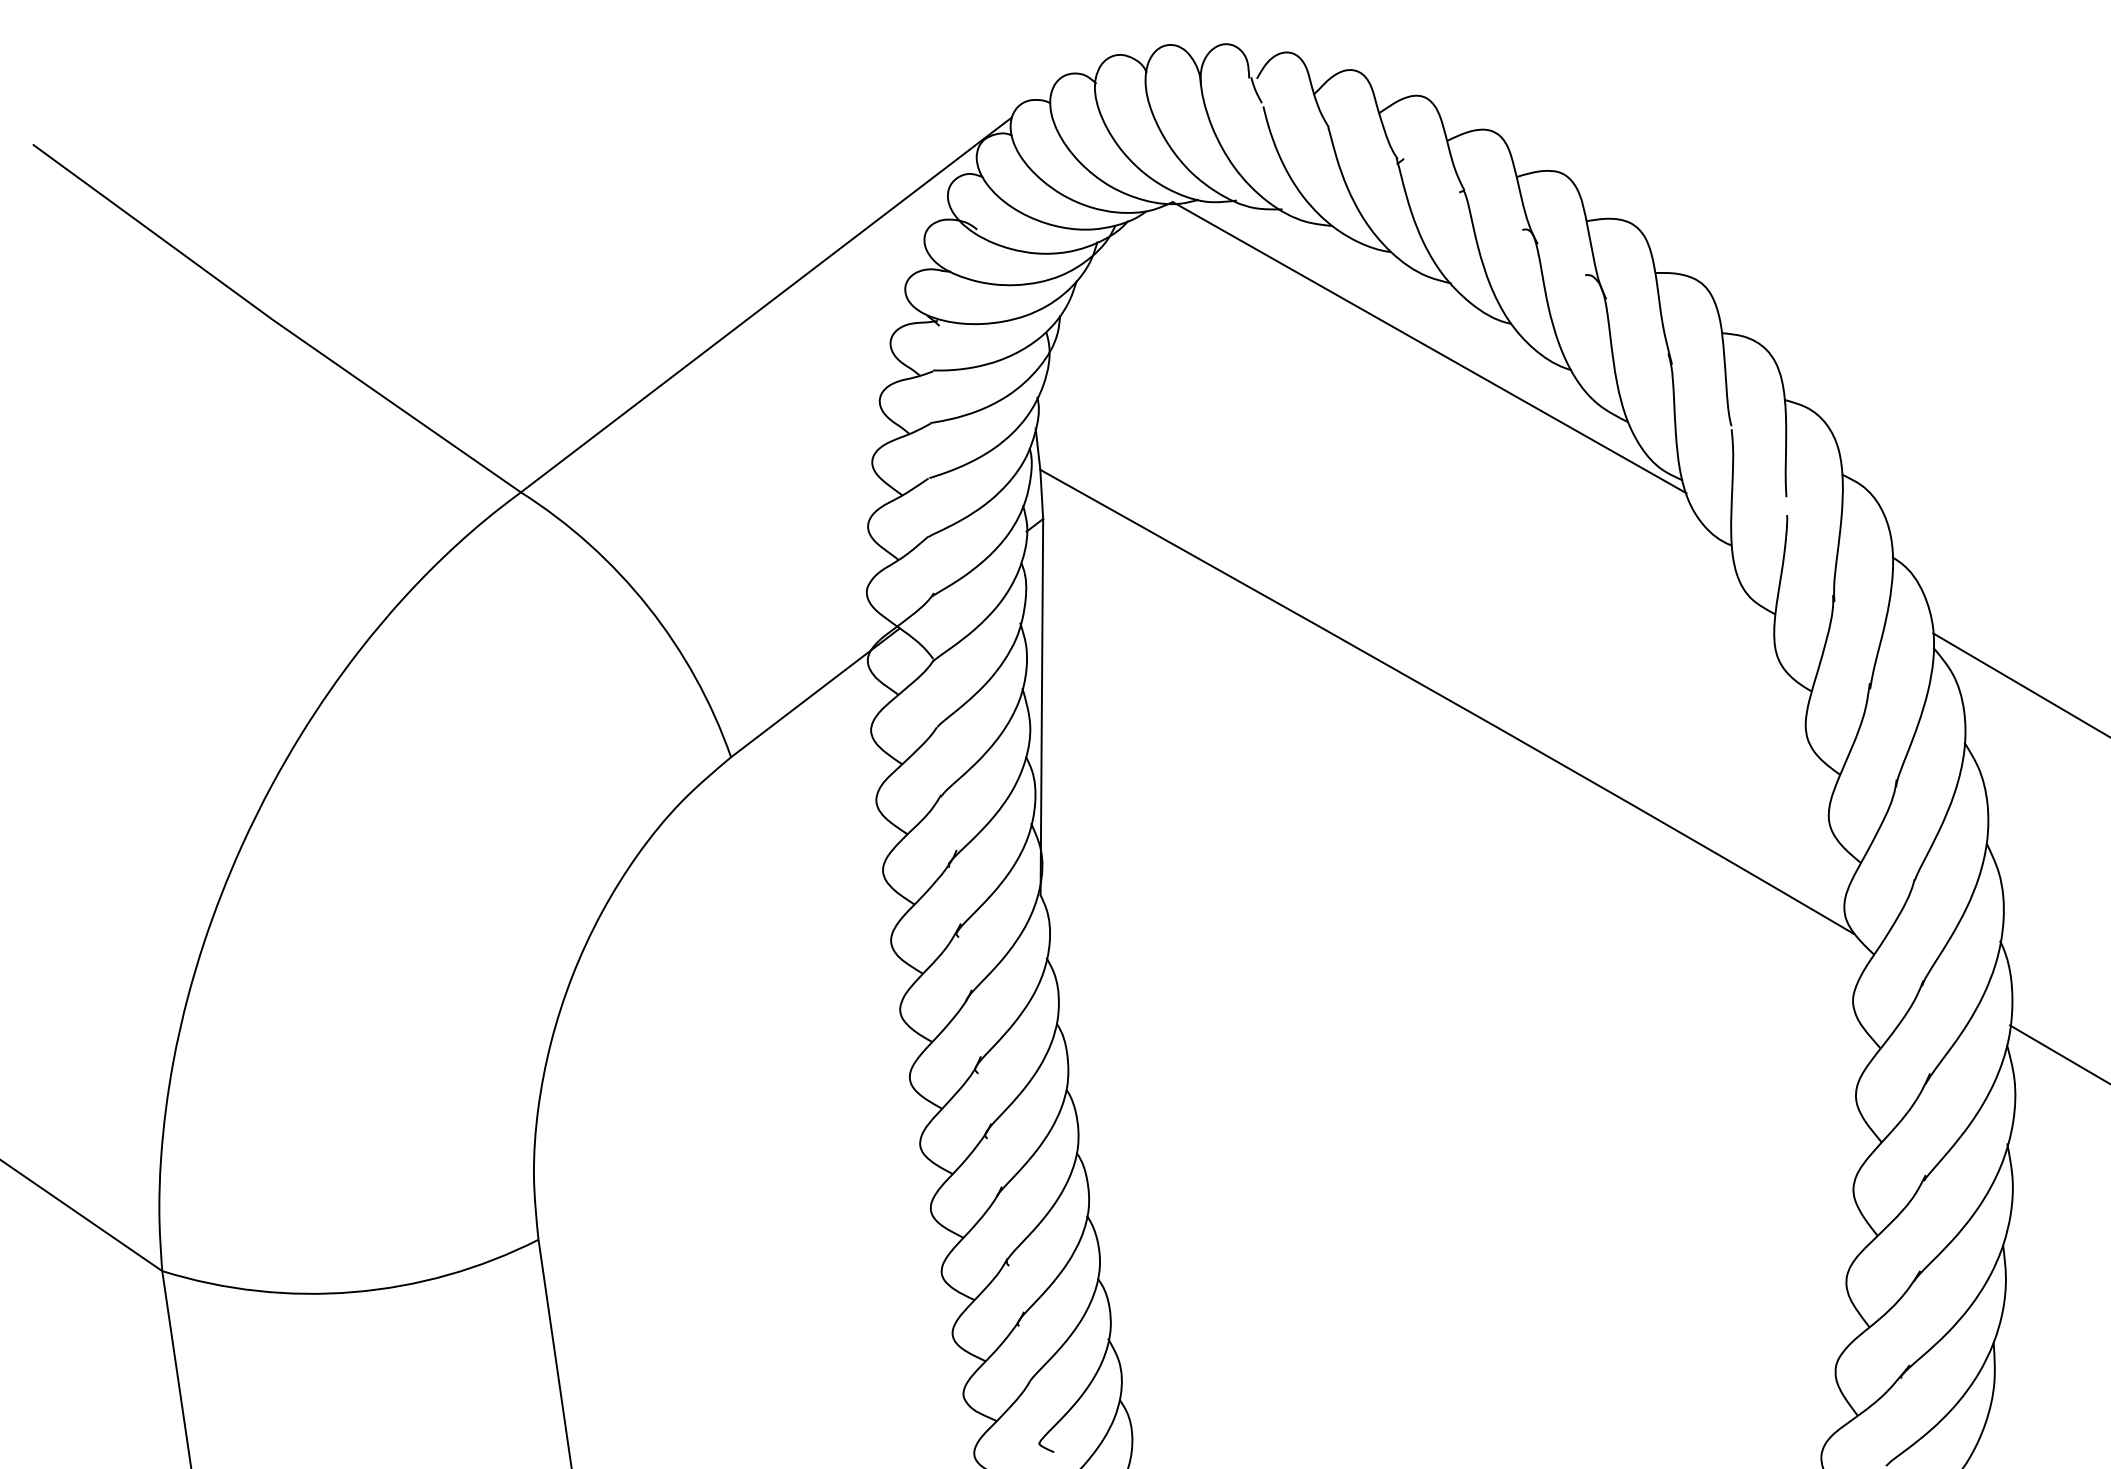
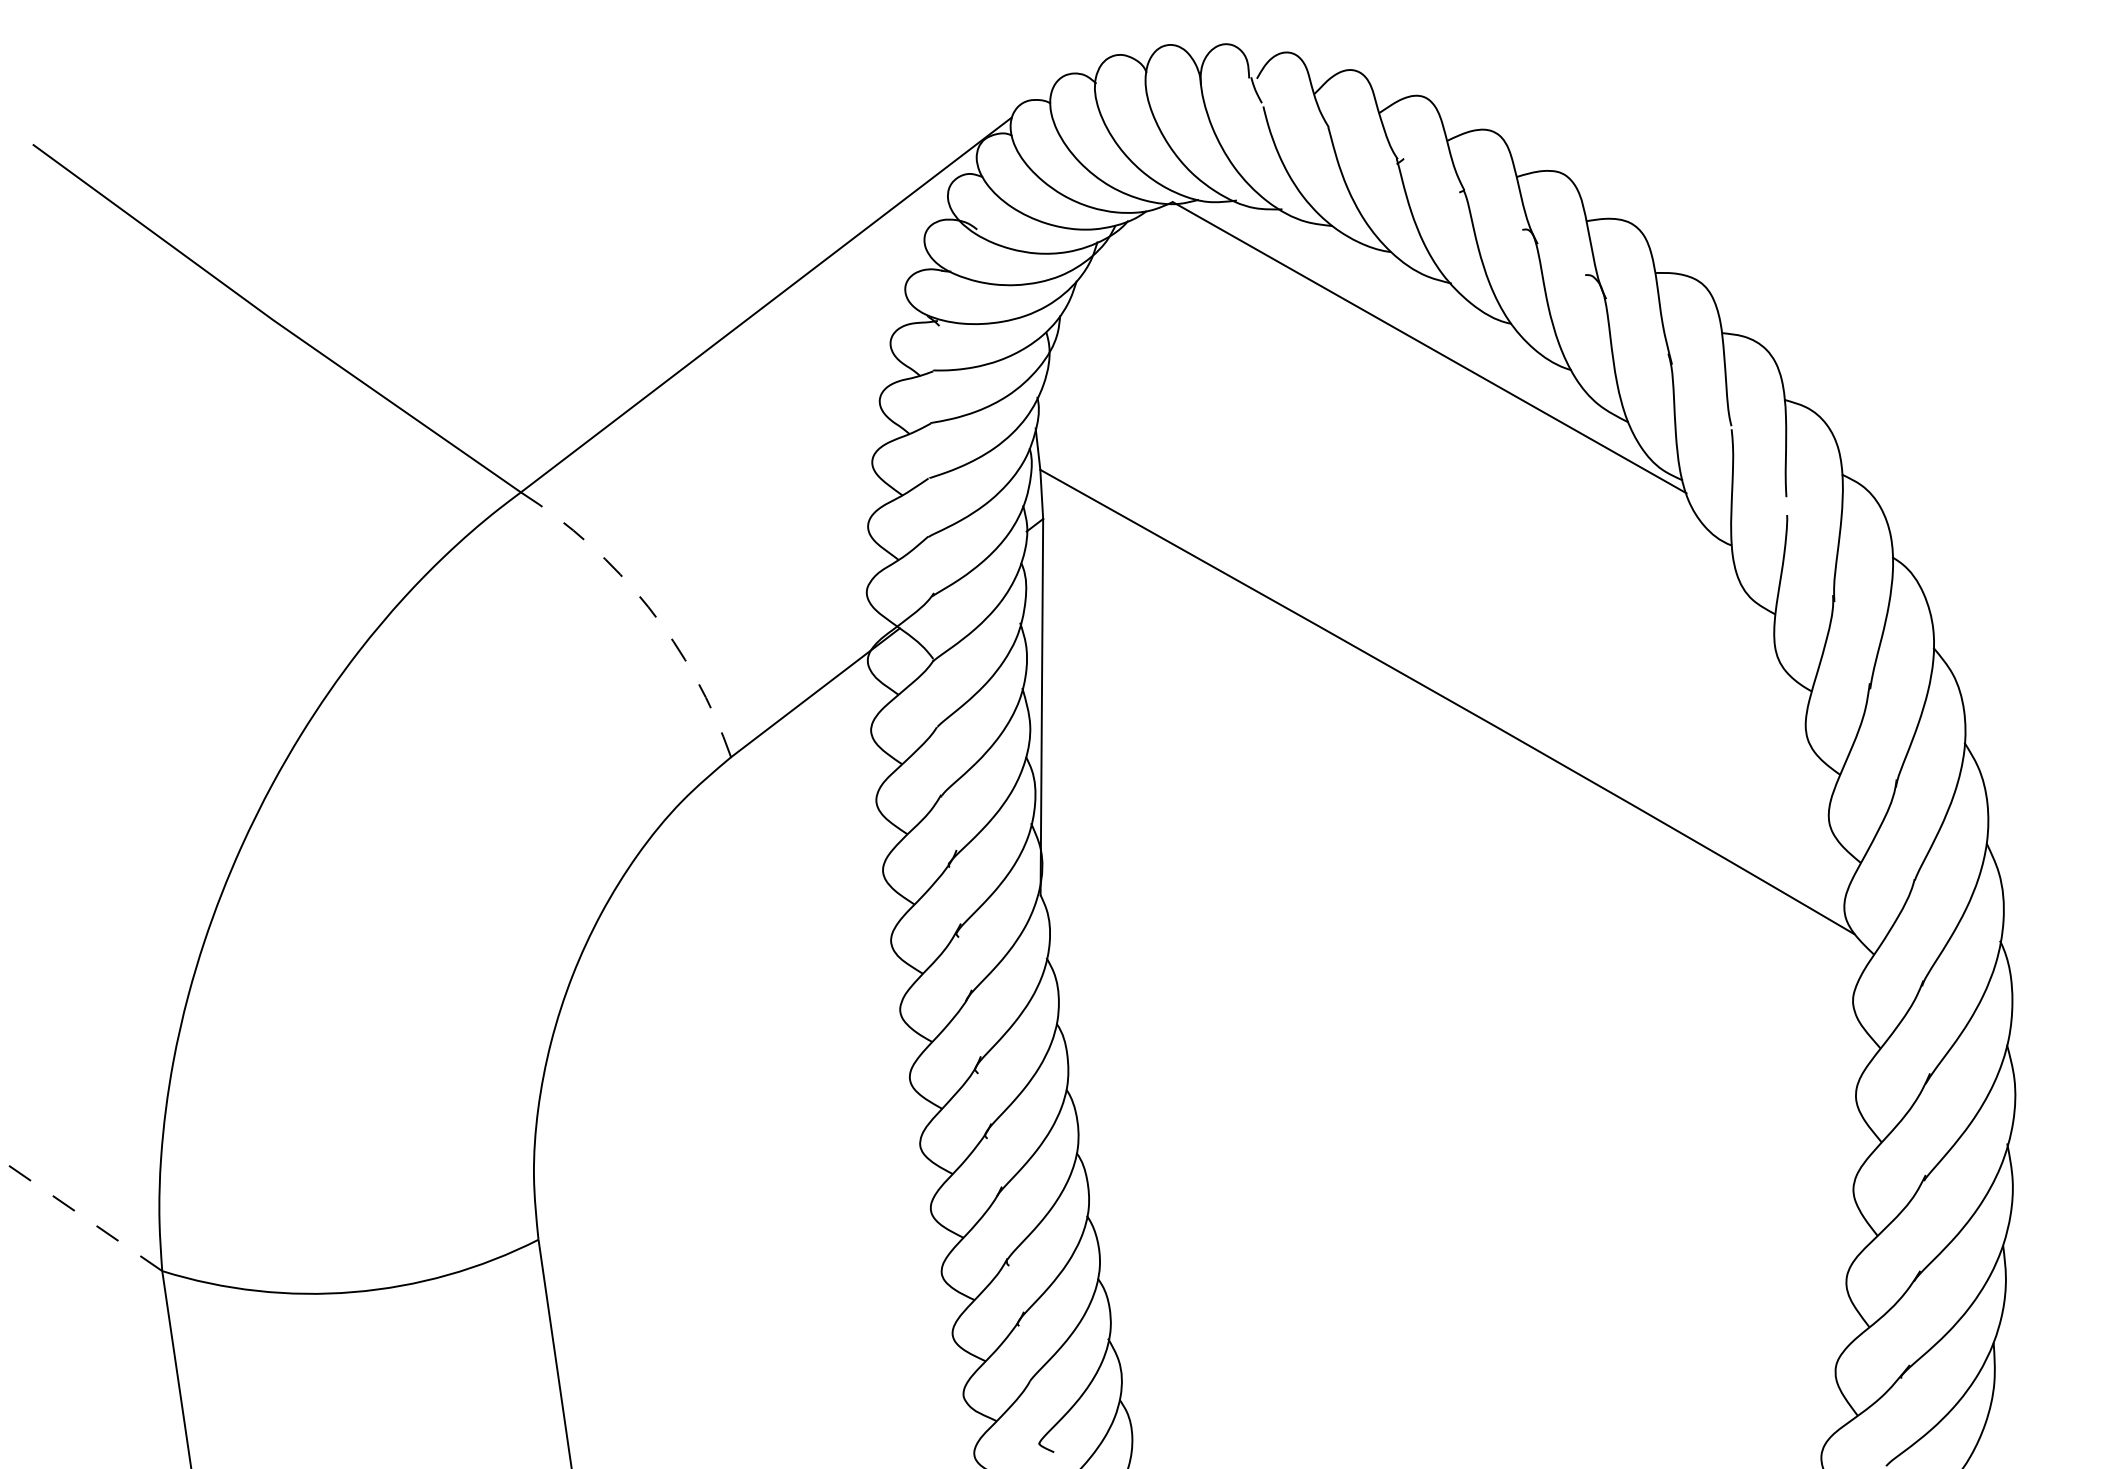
arc at (648, 607): solid -> dashed
line at (2020, 684): present -> none
line at (2058, 1053): present -> none
line at (80, 1215): solid -> dashed
